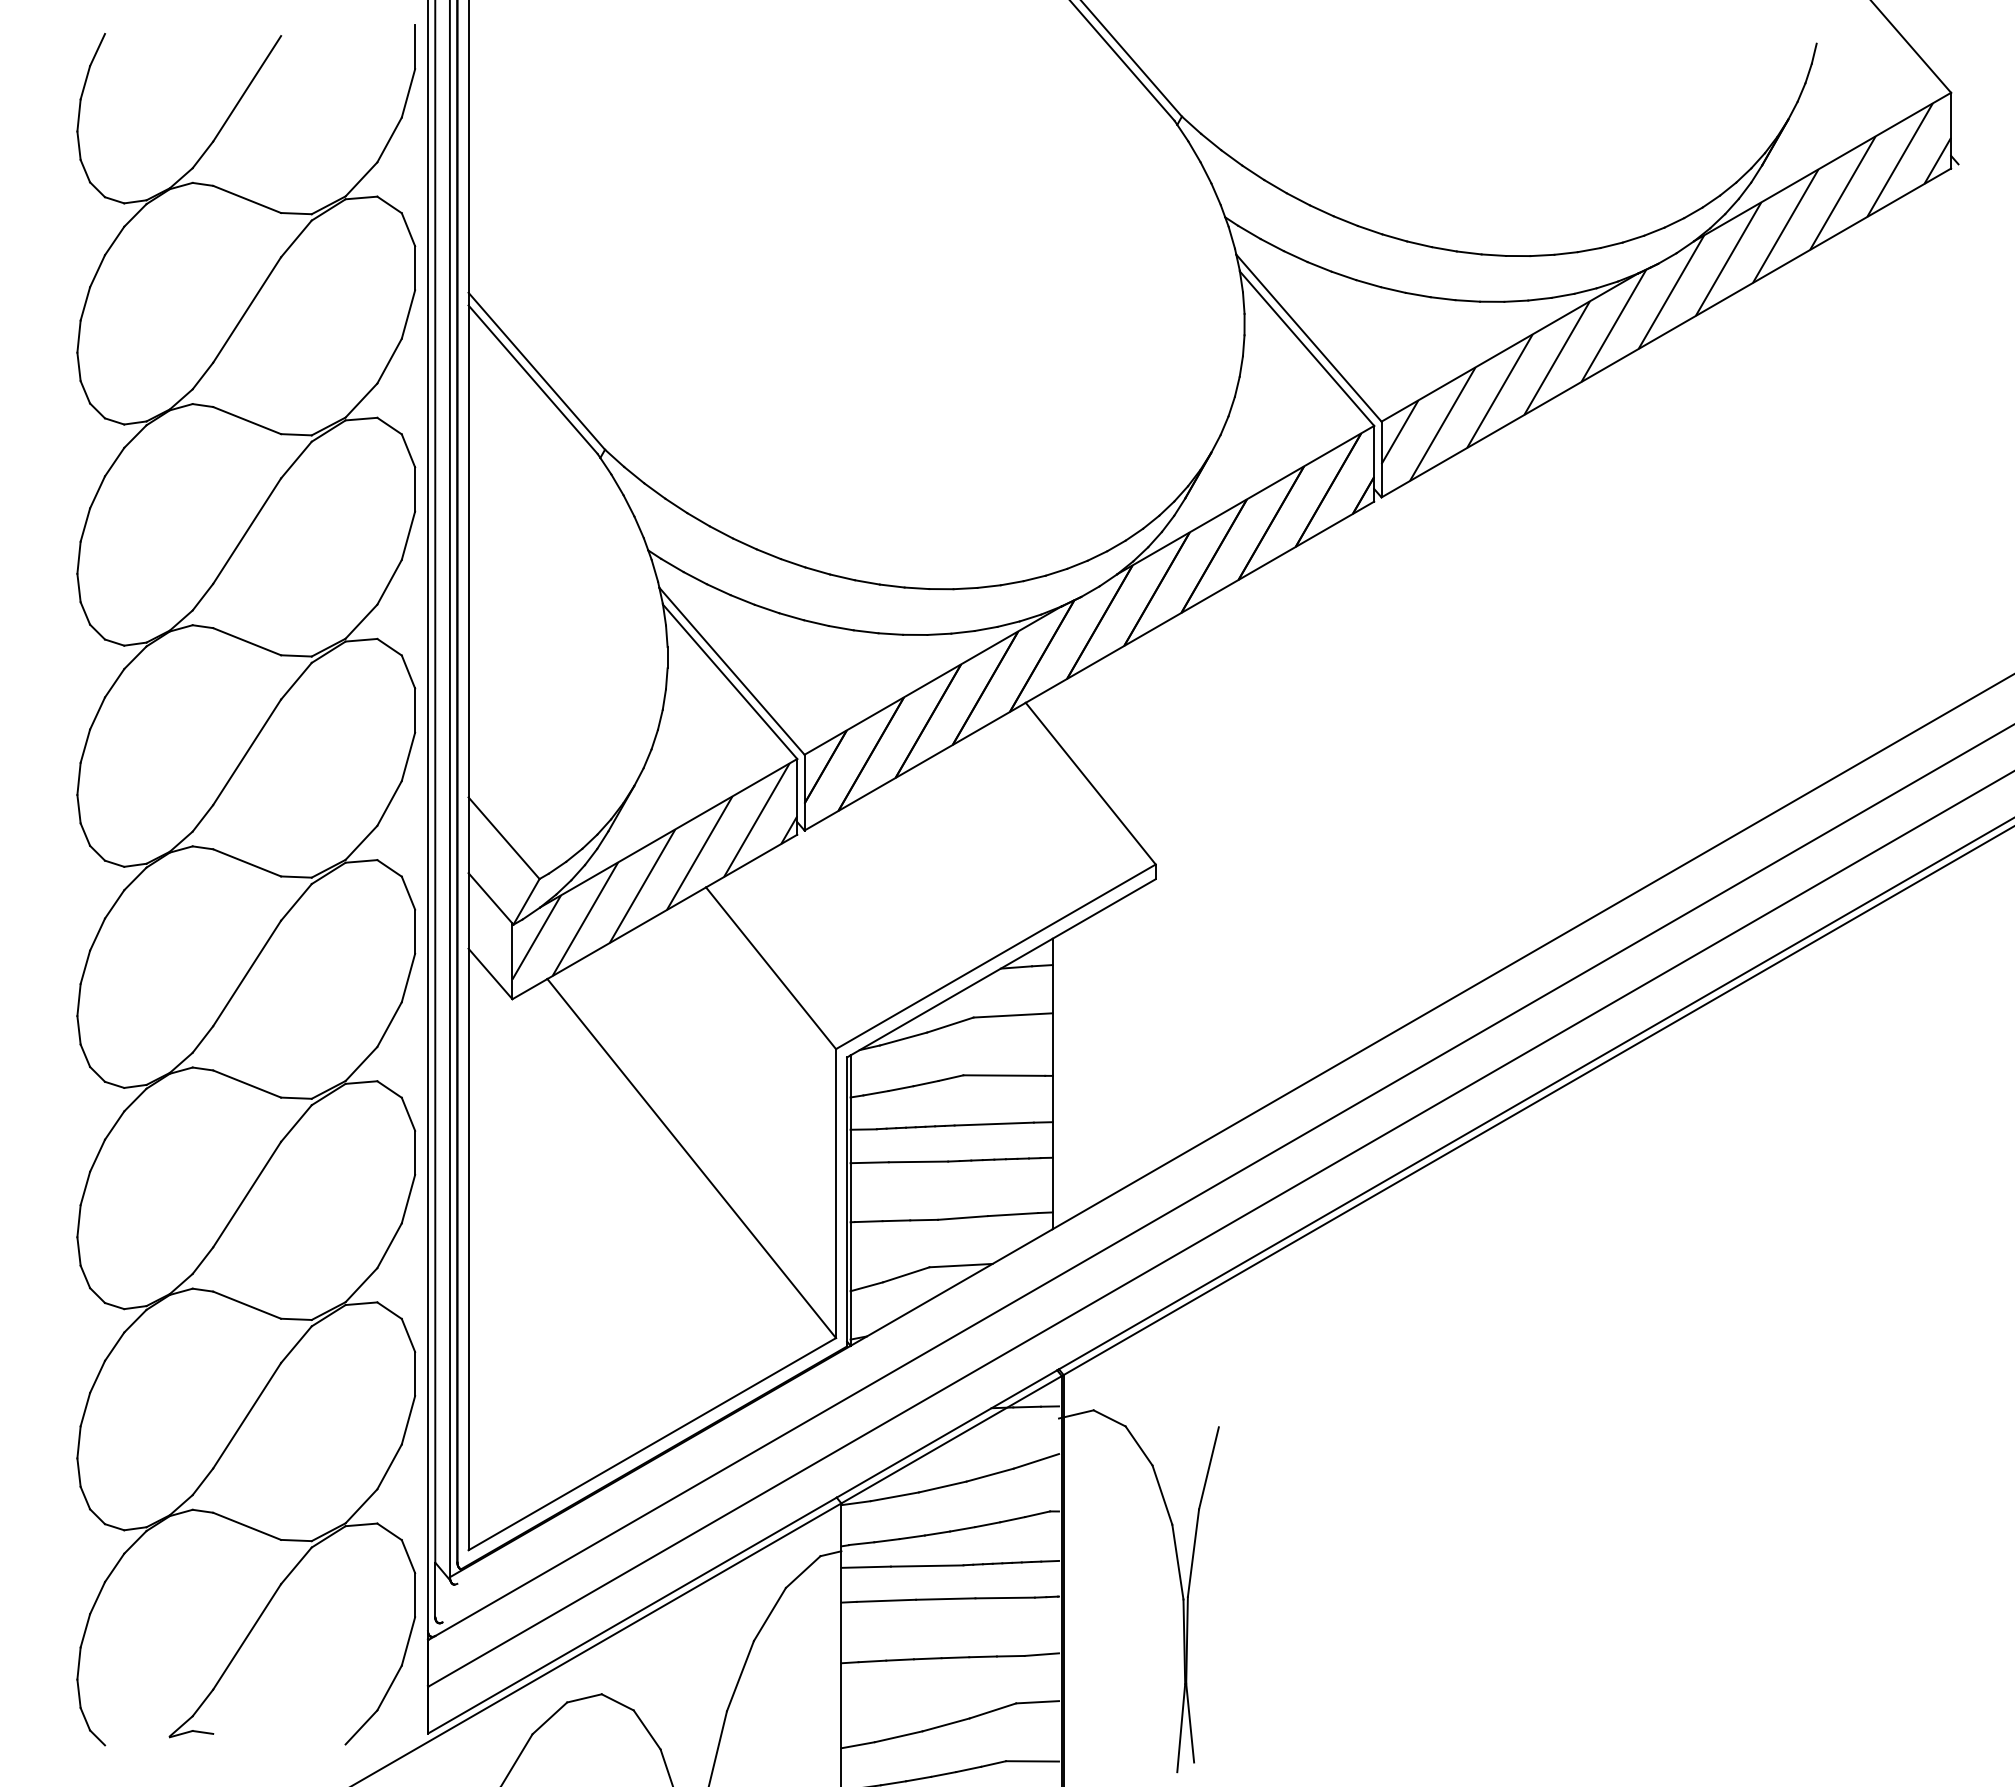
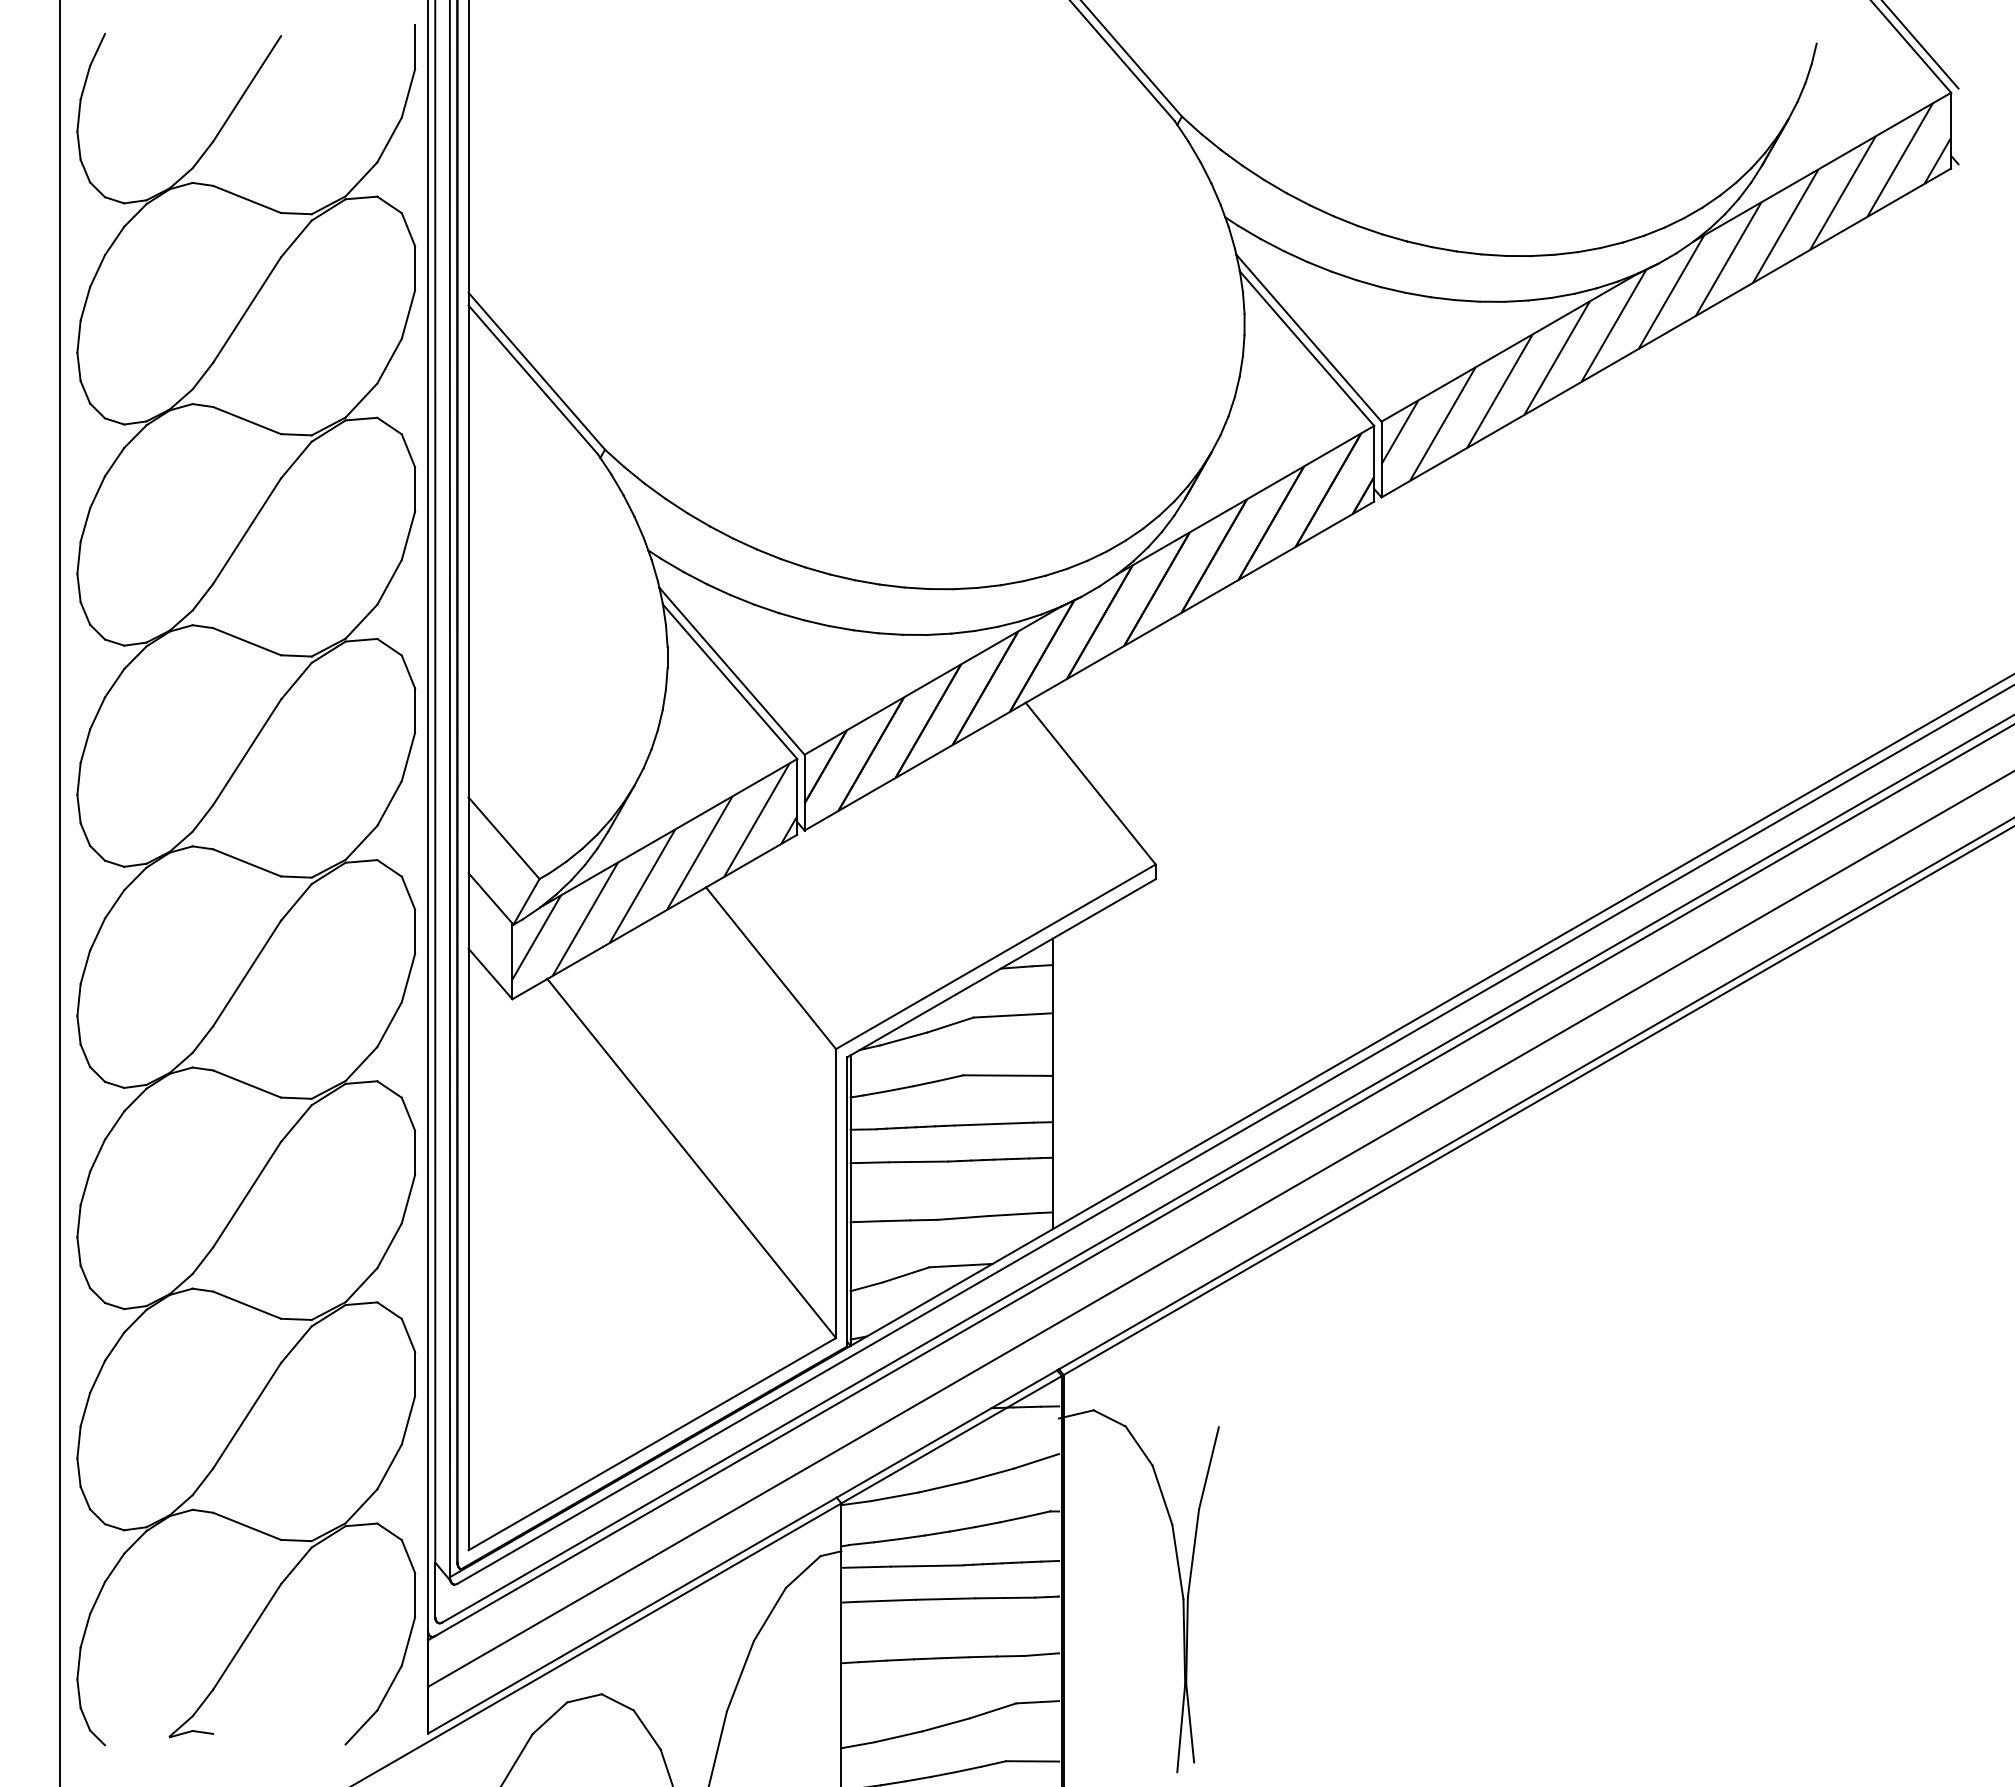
line at (1920, 45): none -> present
line at (60, 892): none -> present
line at (1234, 1134): none -> present
line at (1226, 1169): none -> present
